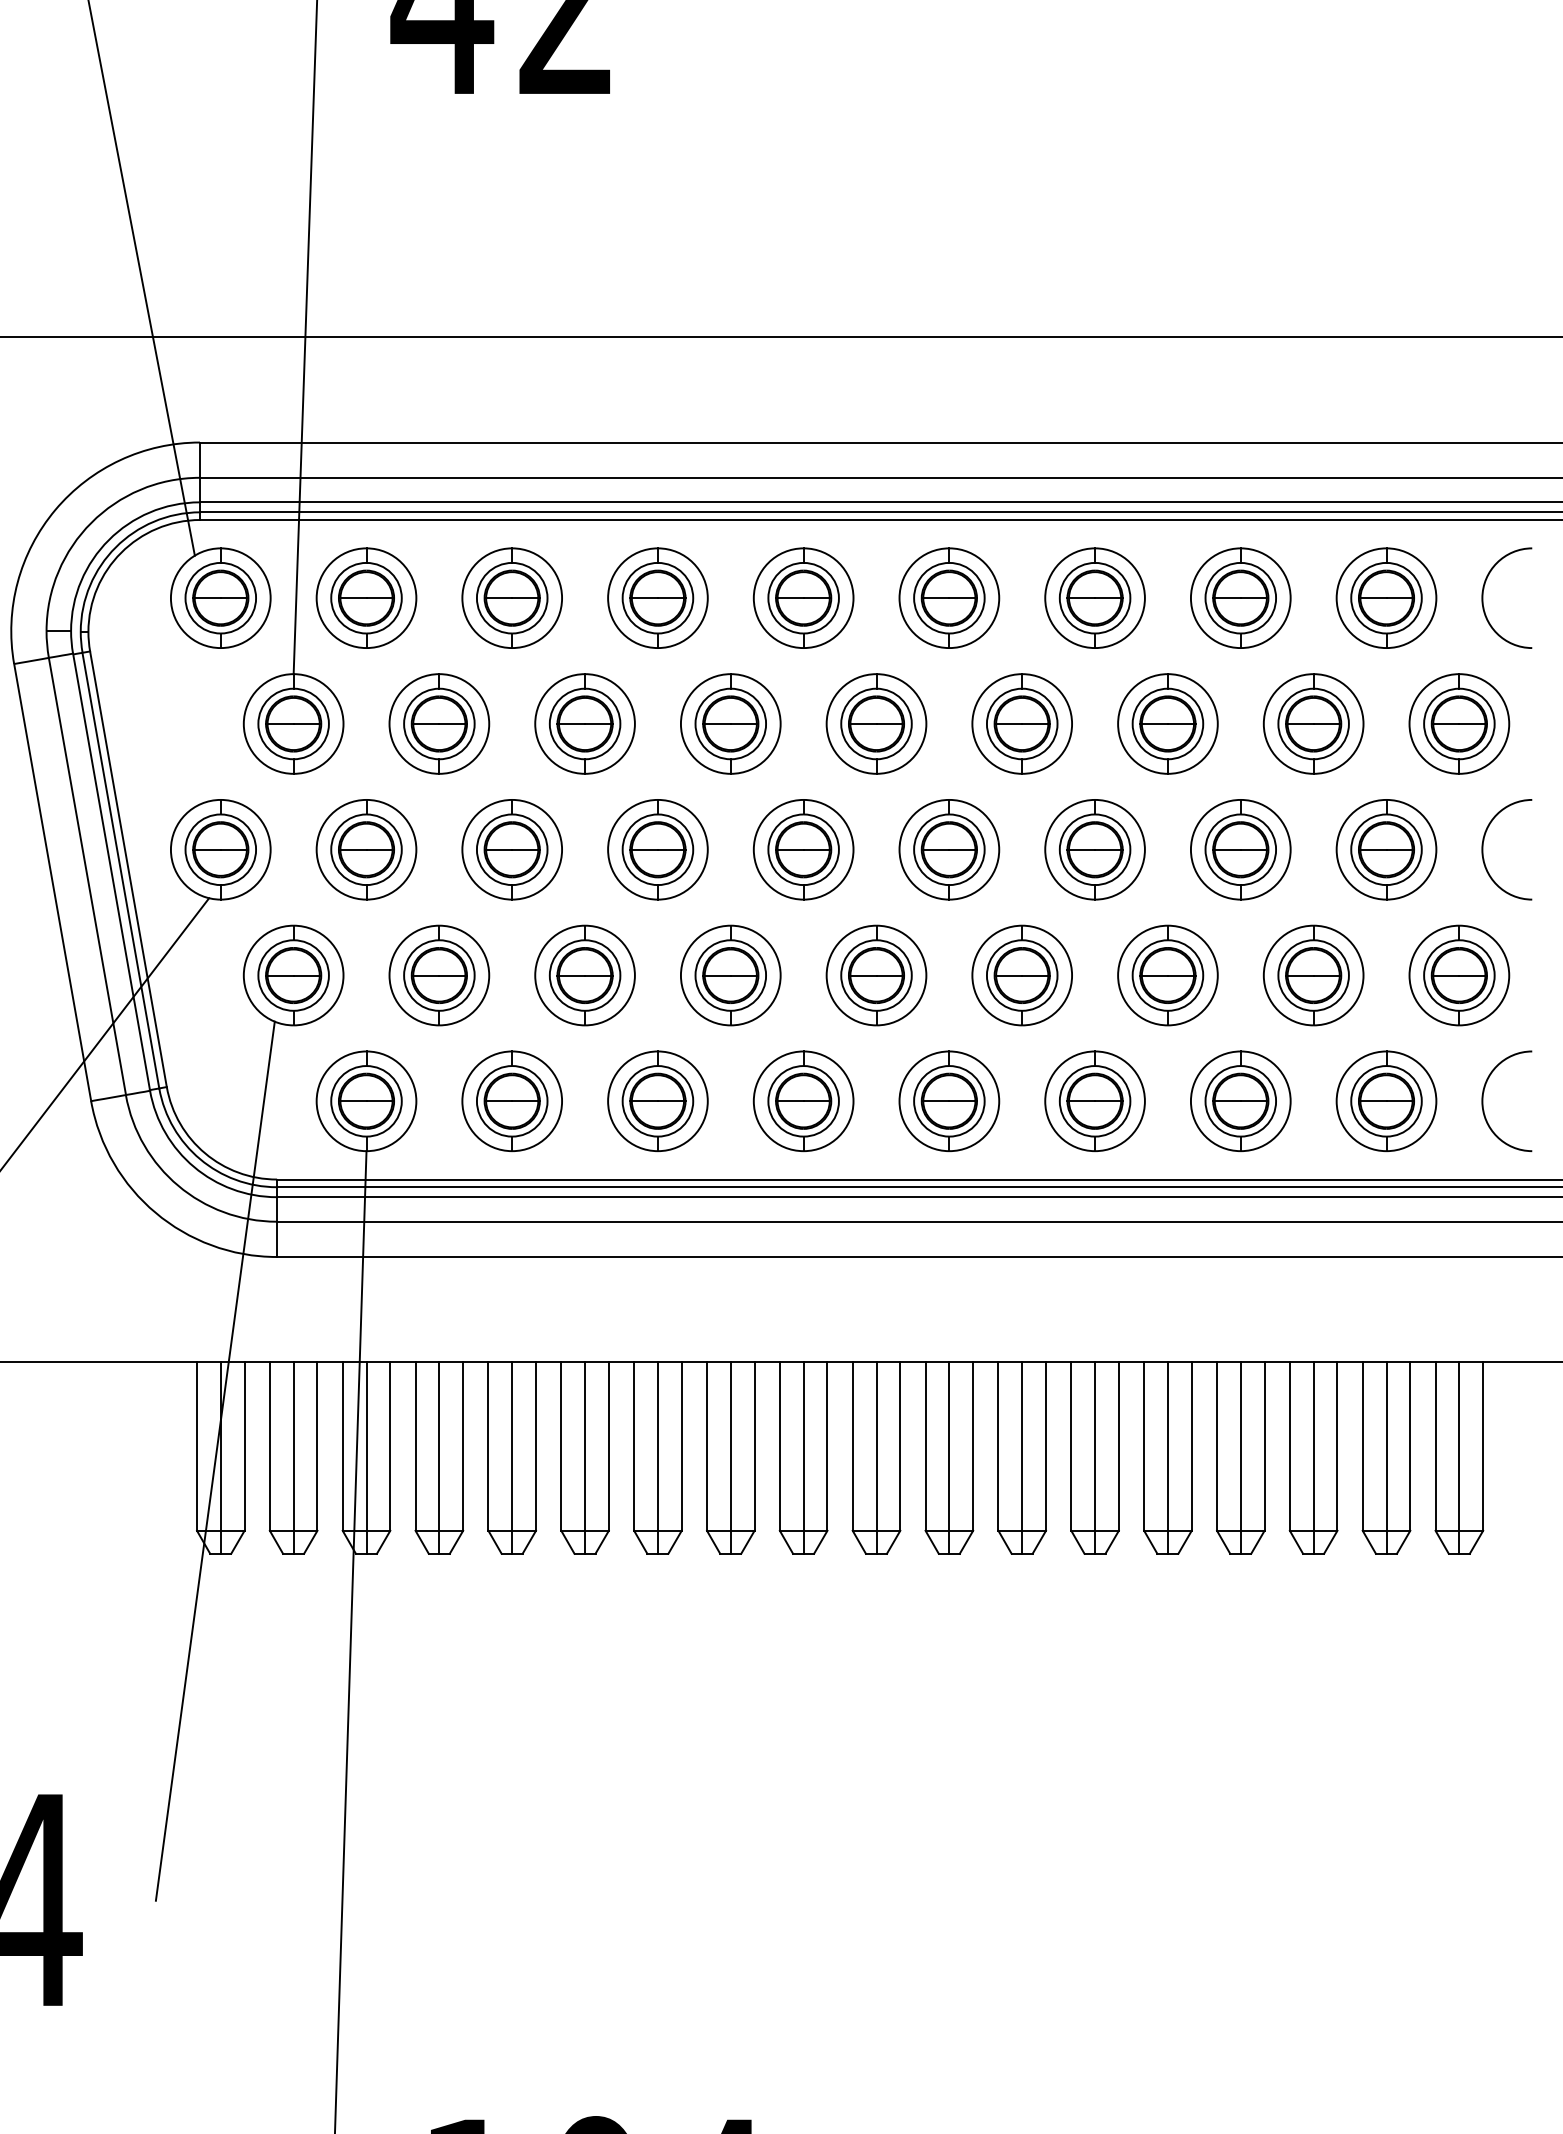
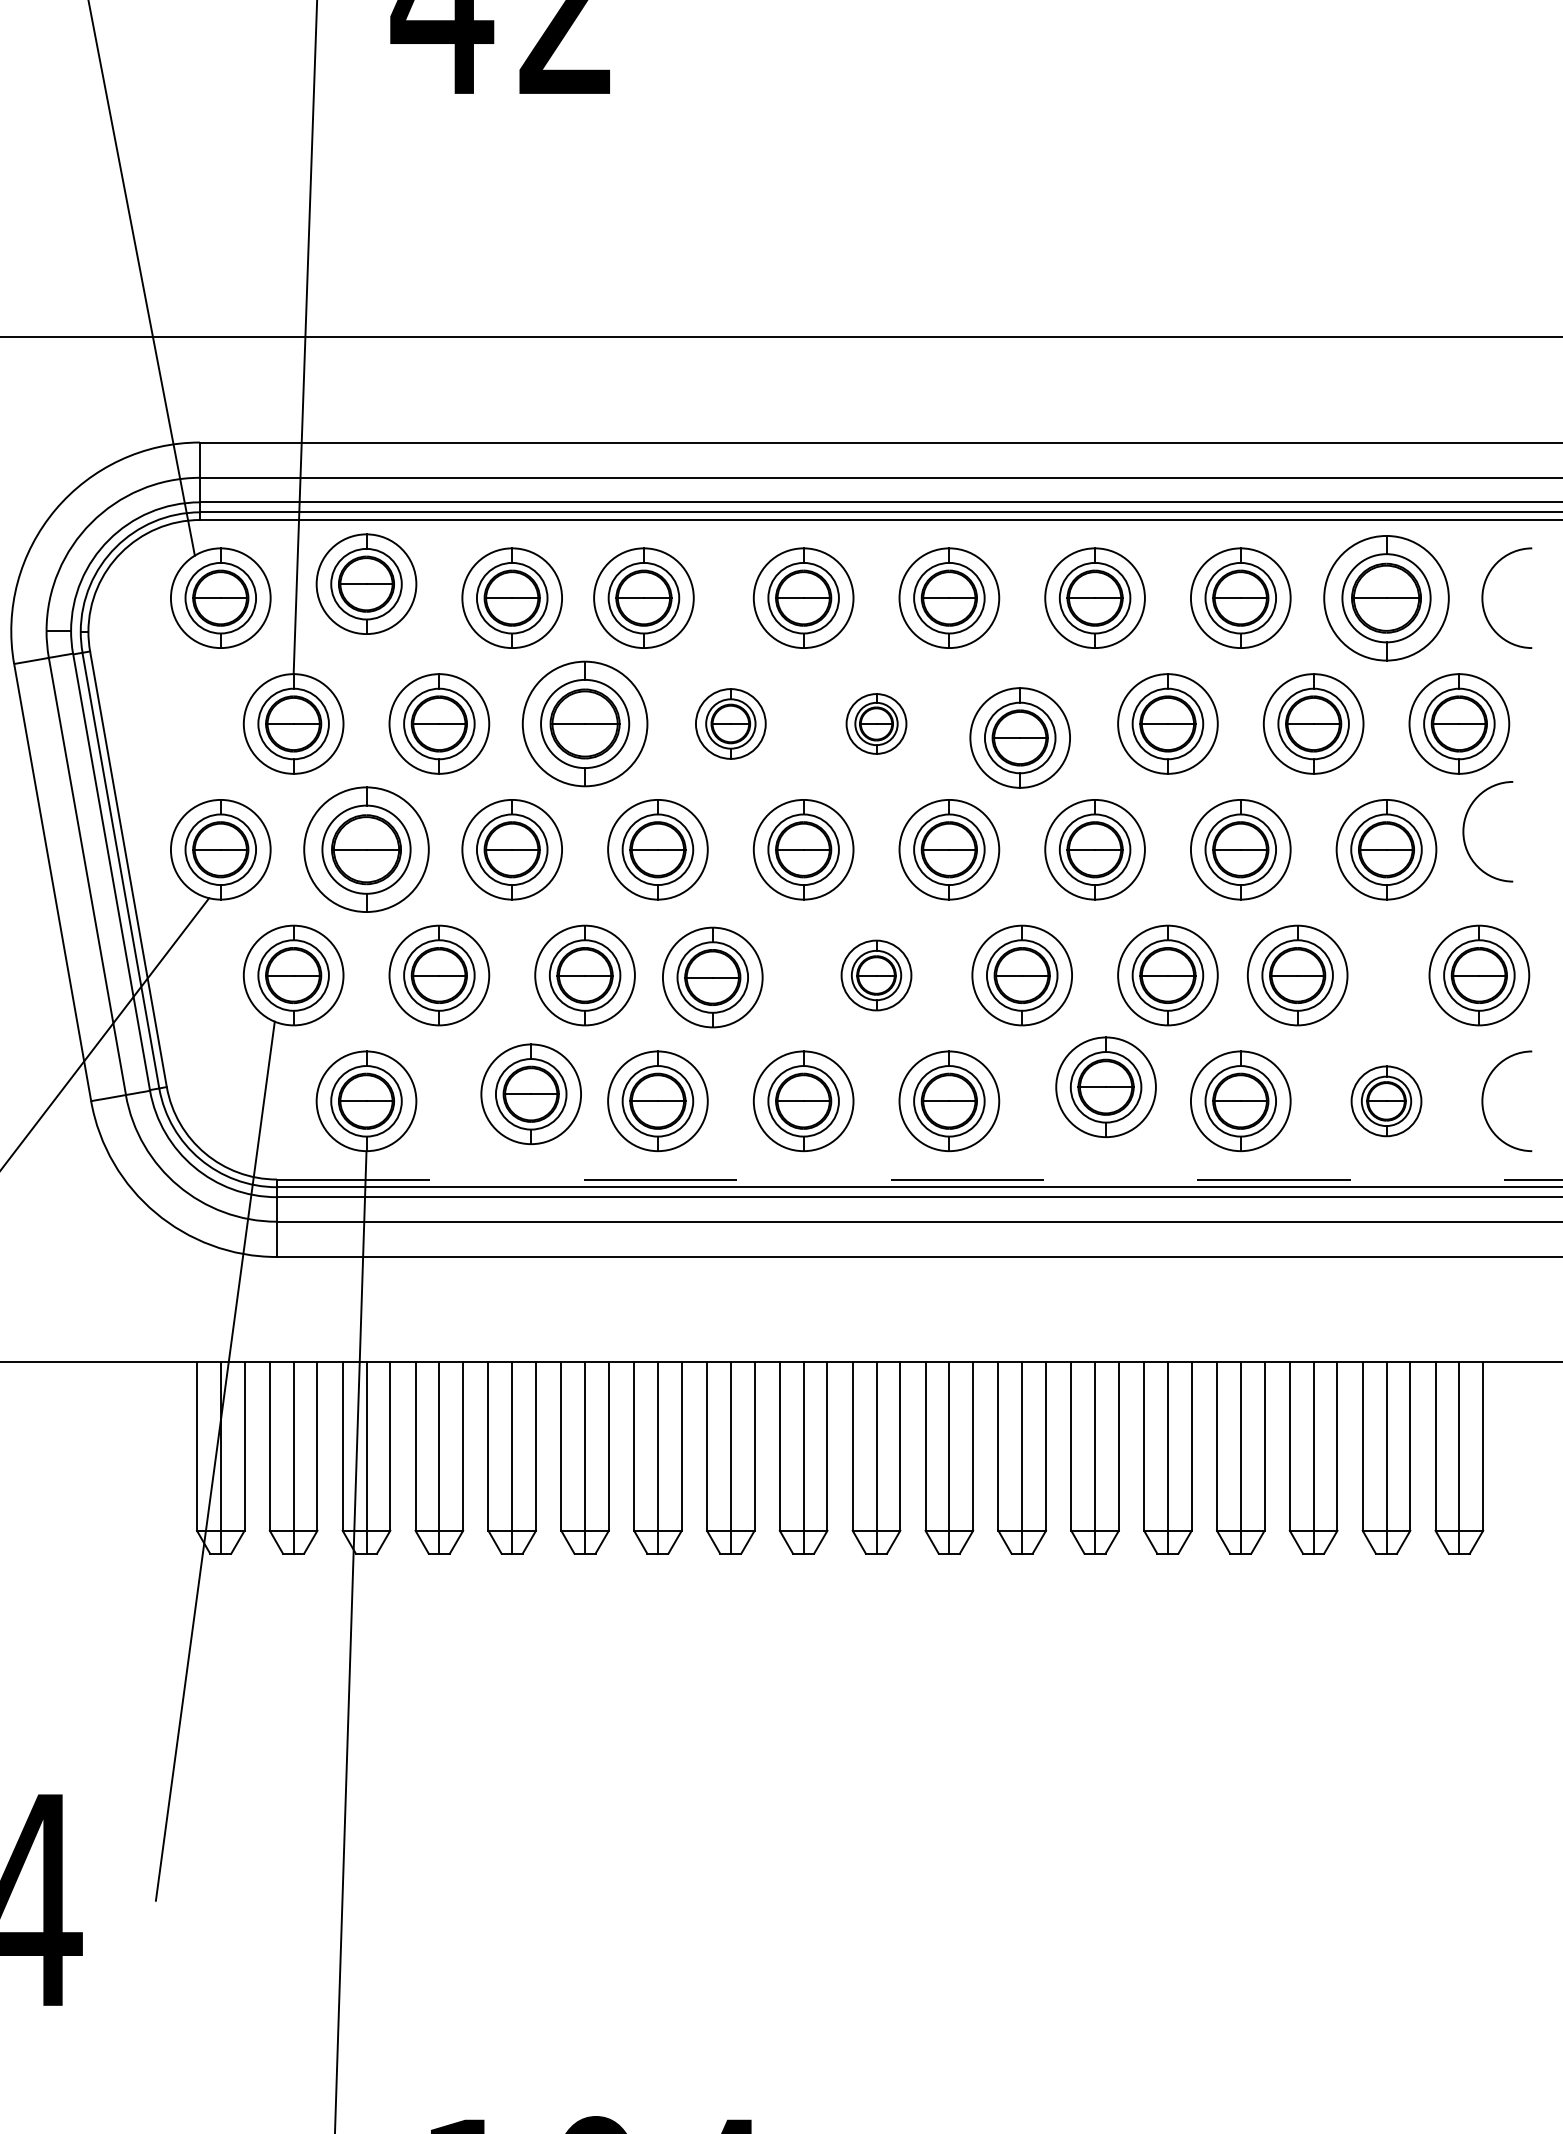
part at (366, 597) position: (366, 597) -> (366, 583)
part at (657, 597) position: (657, 597) -> (643, 597)
part at (1386, 597) size: 103x102 px -> 127x127 px
part at (584, 723) size: 102x102 px -> 128x128 px
part at (730, 723) size: 102x102 px -> 72x72 px
part at (876, 723) size: 103x102 px -> 63x62 px
part at (1021, 723) position: (1021, 723) -> (1019, 737)
part at (366, 849) size: 103x102 px -> 127x127 px
arc at (1483, 849) position: (1483, 849) -> (1464, 831)
part at (730, 975) position: (730, 975) -> (712, 977)
part at (876, 975) size: 103x103 px -> 73x73 px
part at (1313, 975) position: (1313, 975) -> (1297, 975)
part at (1459, 975) position: (1459, 975) -> (1479, 975)
part at (511, 1101) position: (511, 1101) -> (530, 1094)
part at (1094, 1101) position: (1094, 1101) -> (1105, 1087)
part at (1386, 1101) size: 103x103 px -> 73x73 px
line at (920, 1179): solid -> dashed
